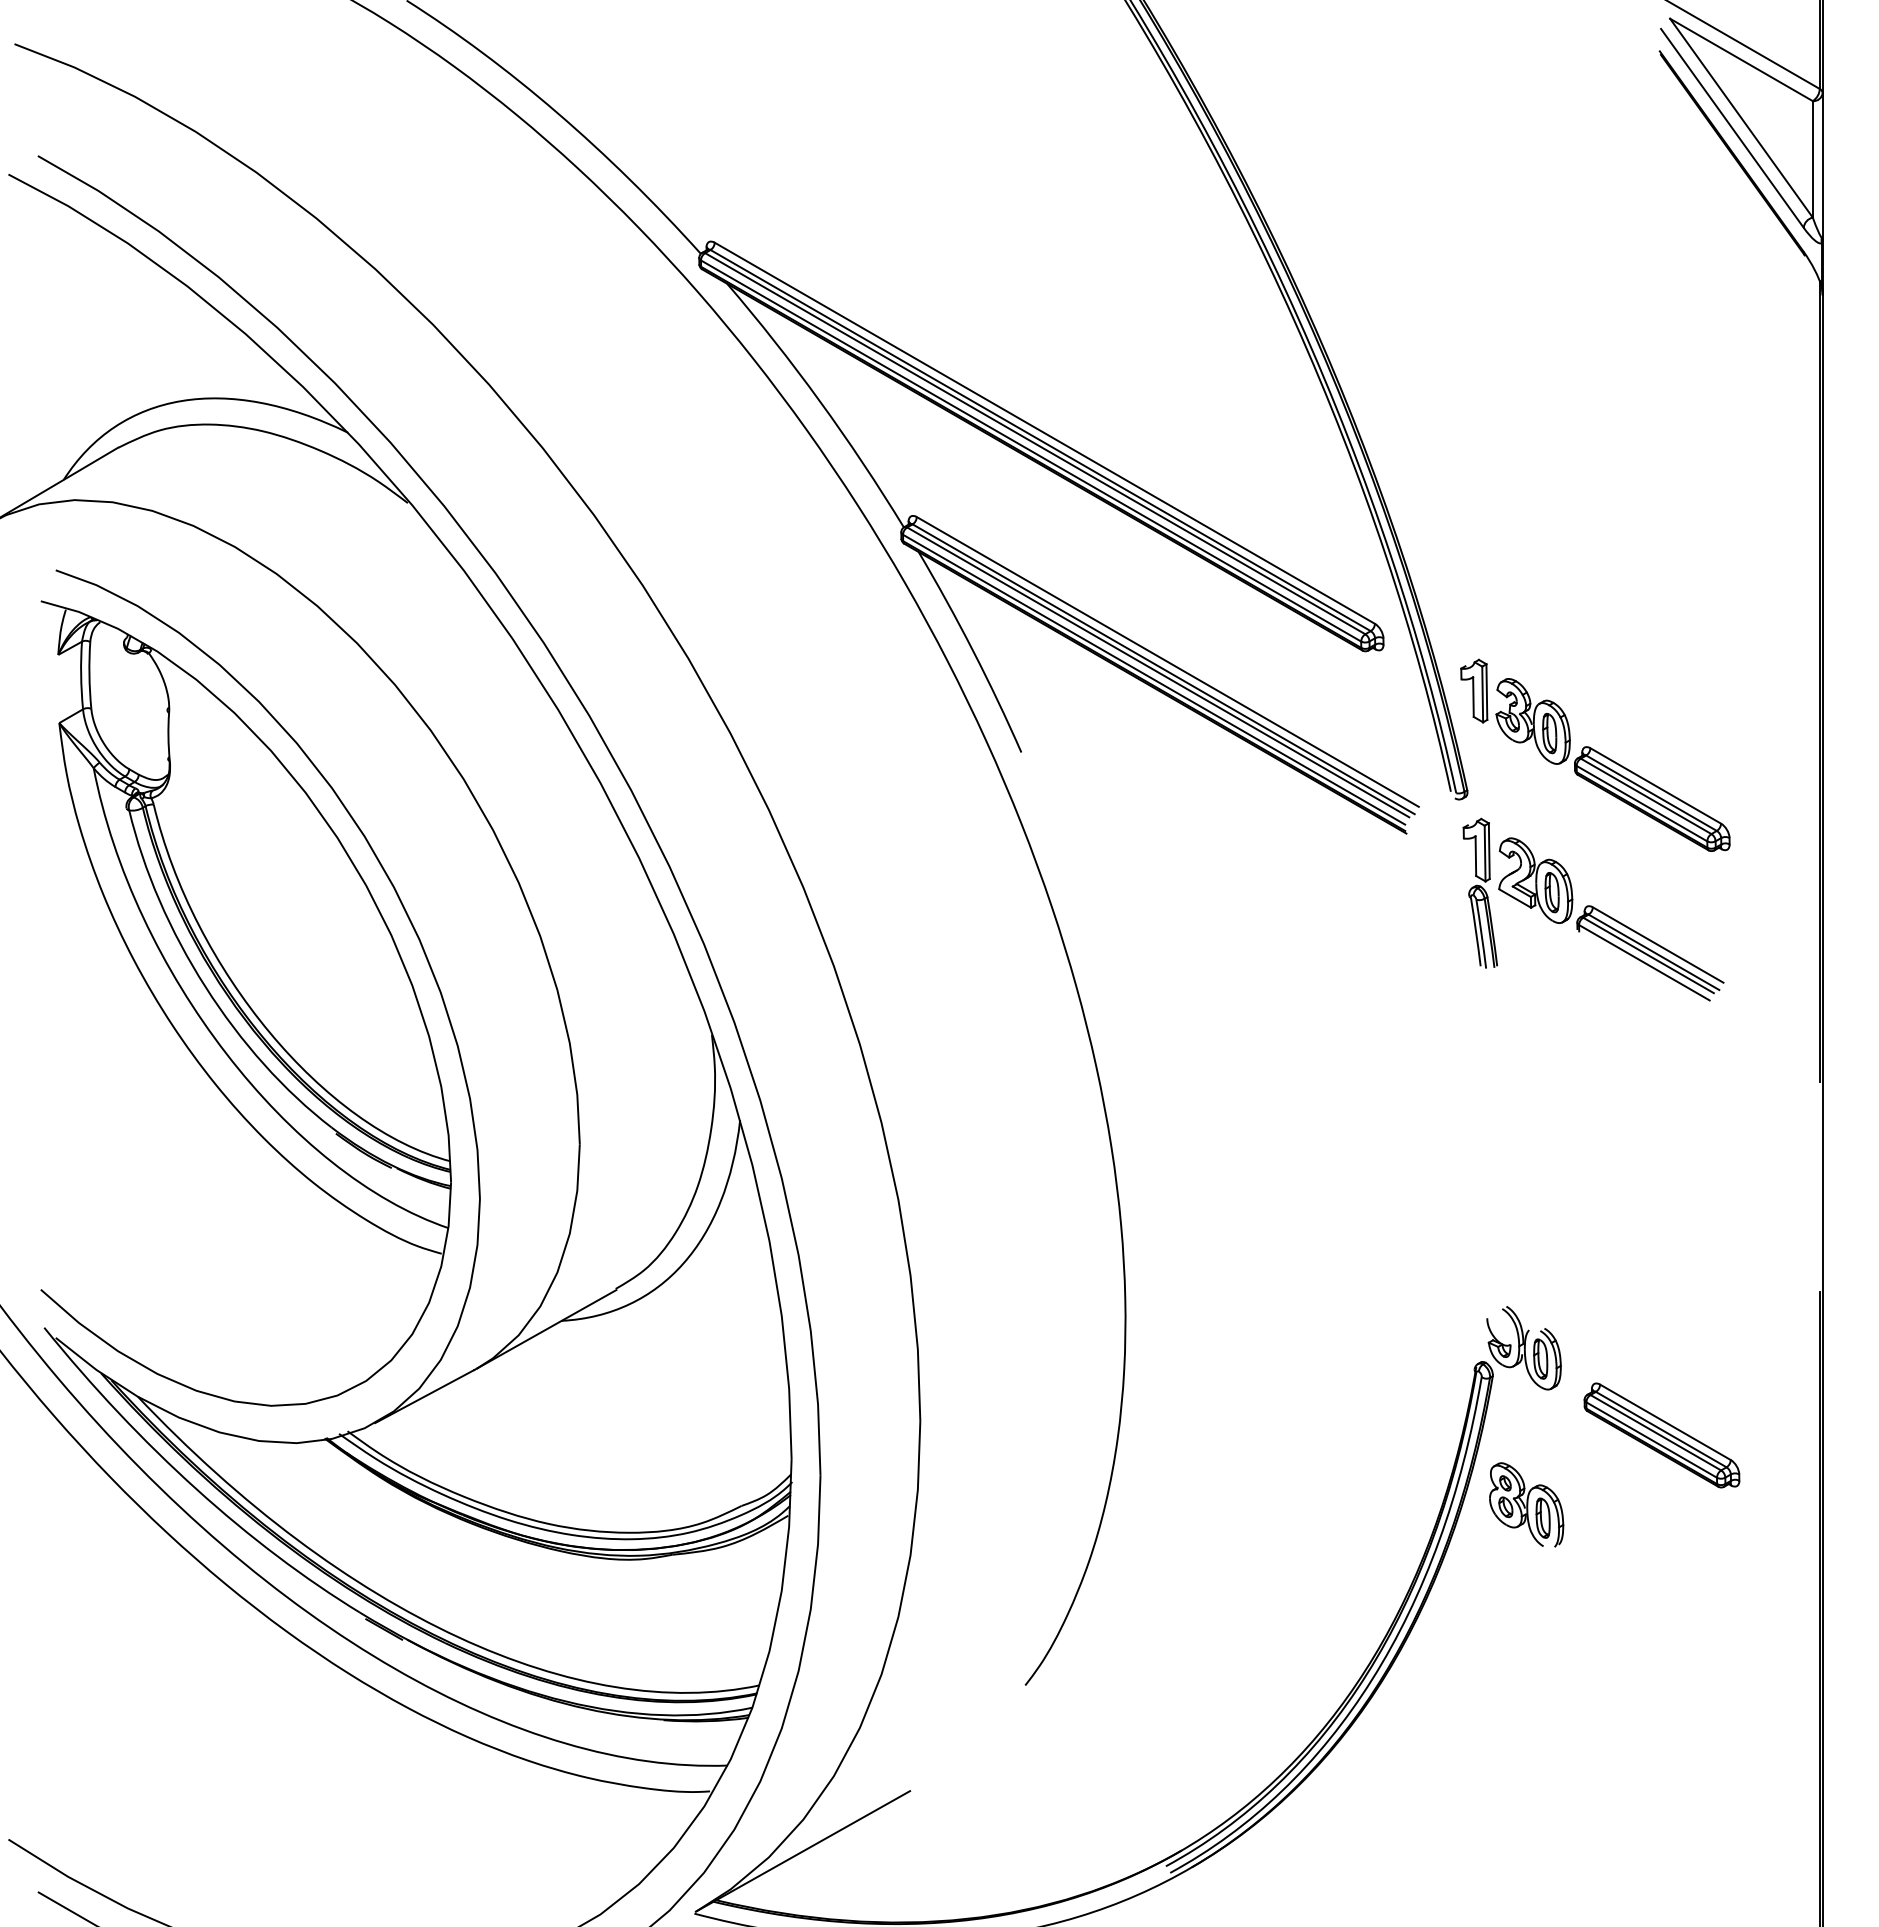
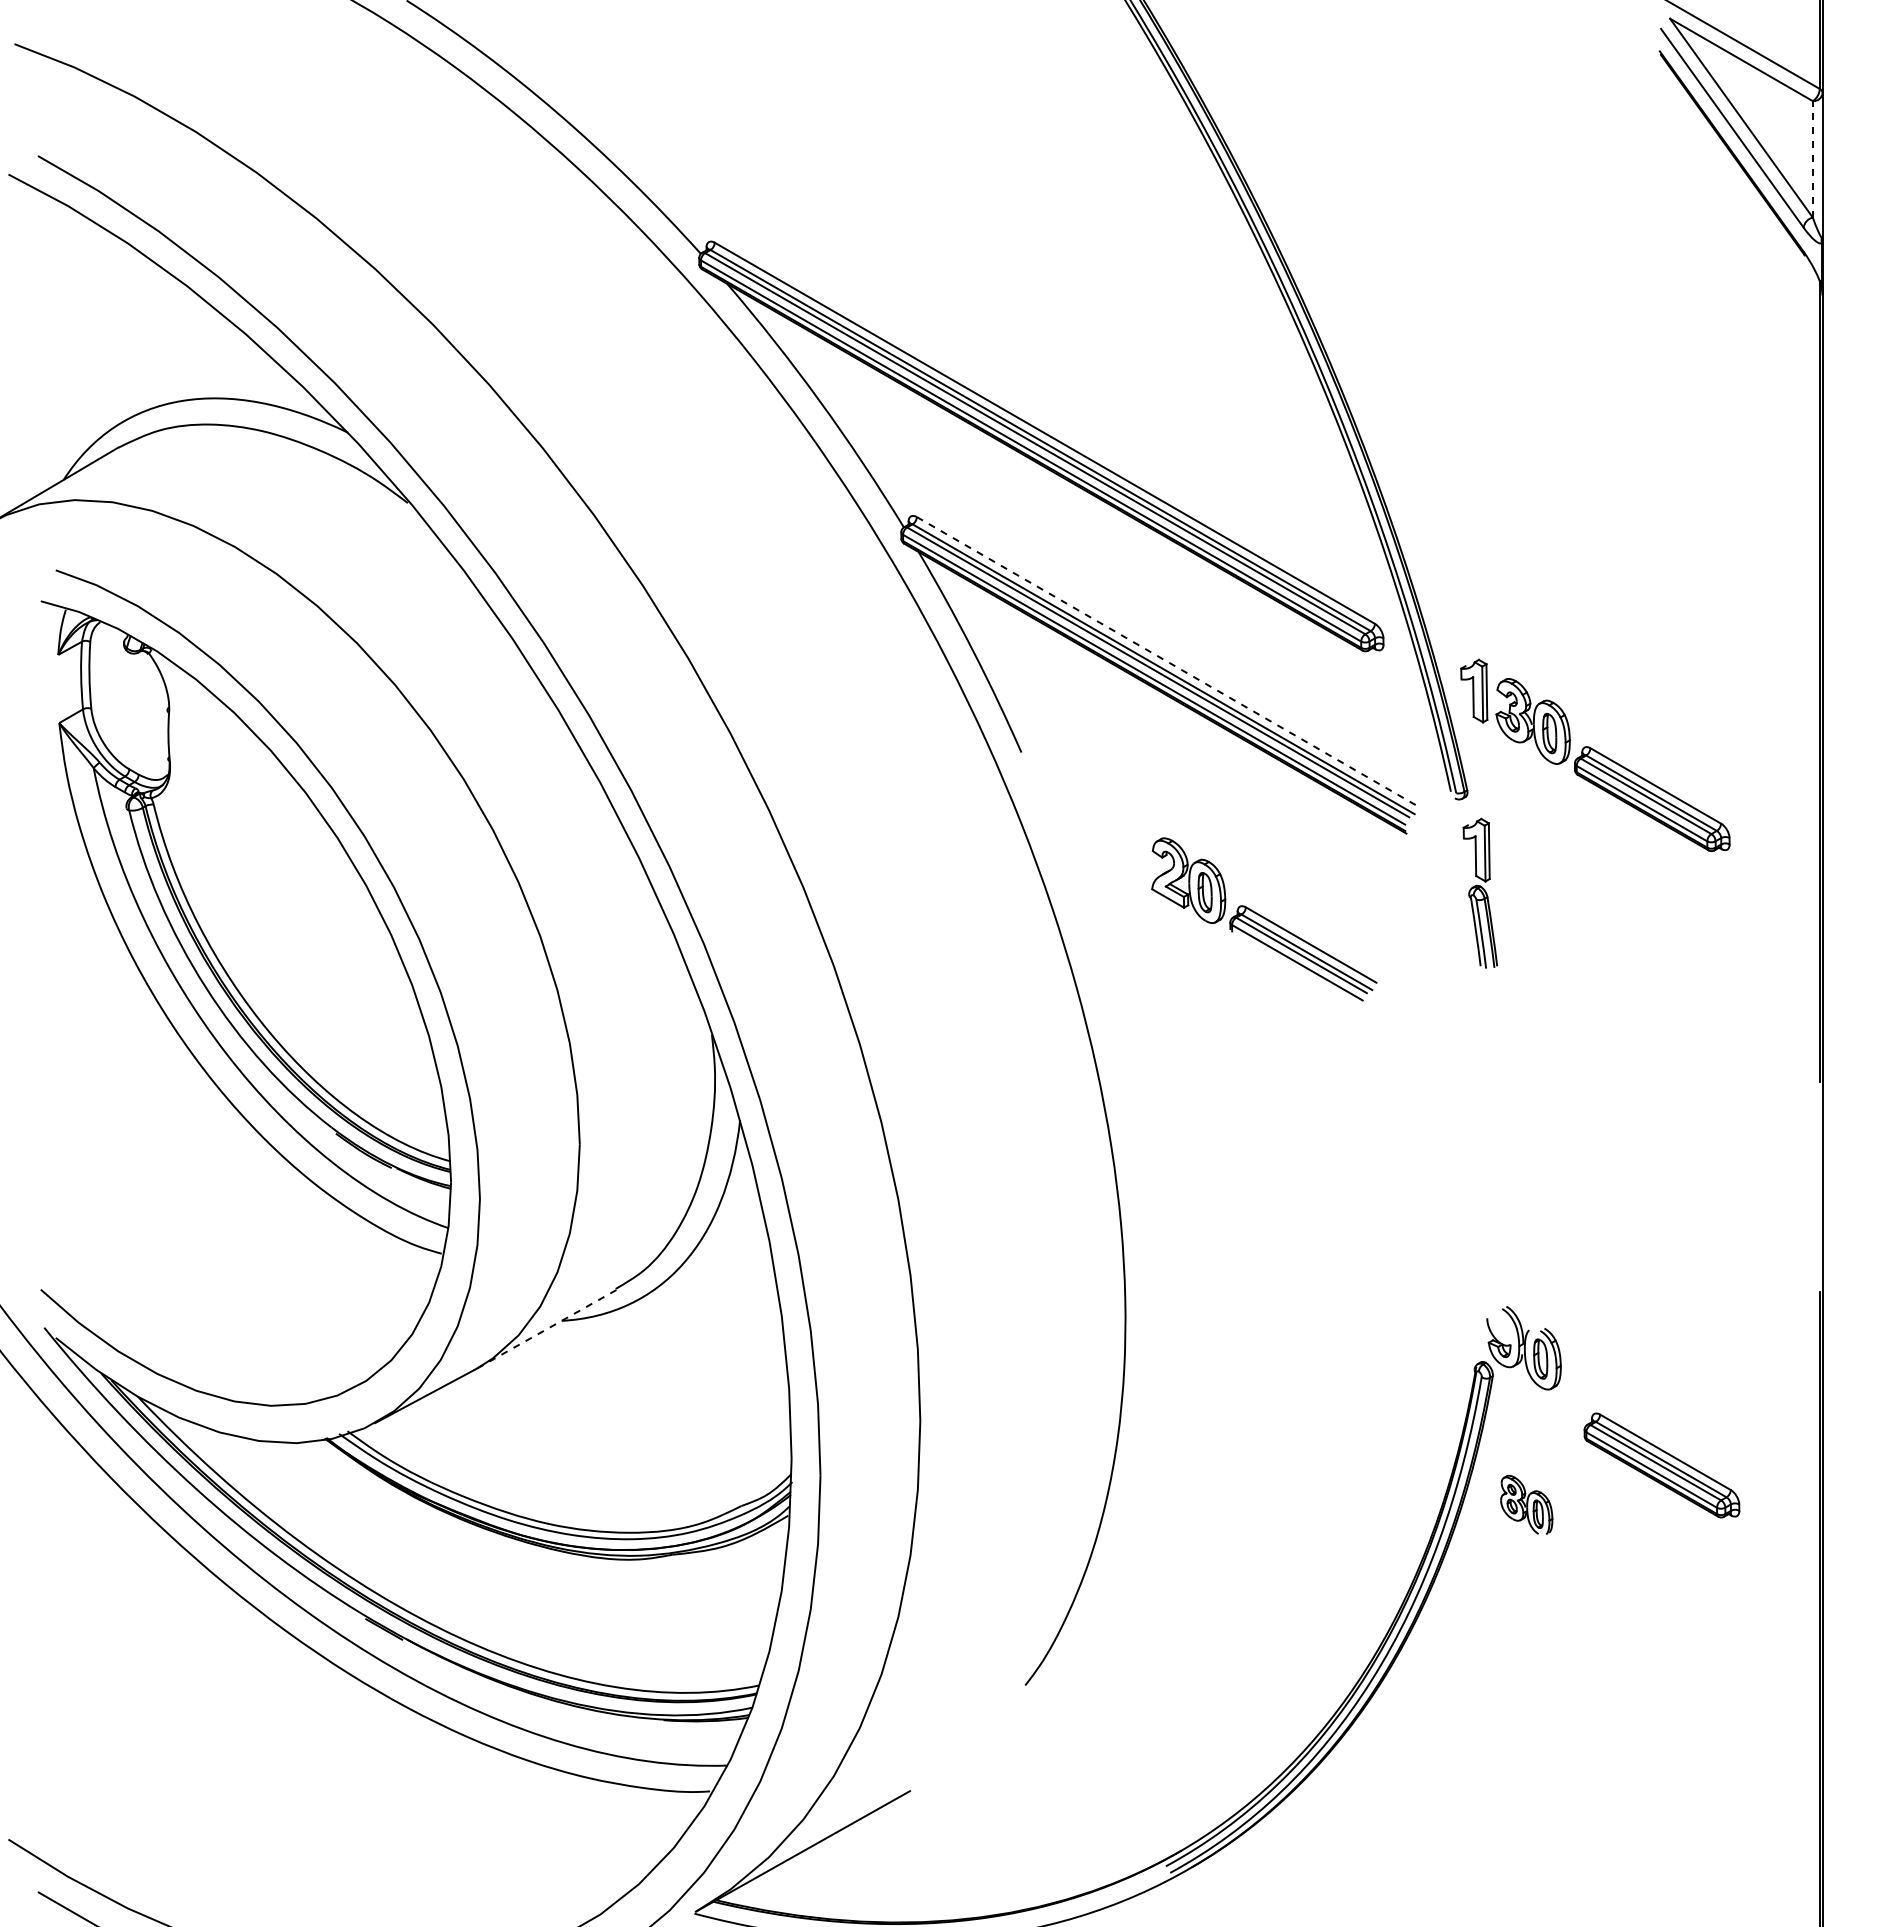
line at (1812, 158): solid -> dashed
line at (1167, 661): solid -> dashed
part at (1611, 919) position: (1611, 919) -> (1264, 919)
line at (546, 1329): solid -> dashed
part at (1661, 1435) position: (1661, 1435) -> (1661, 1465)
part at (1526, 1504) size: 76x86 px -> 54x61 px
